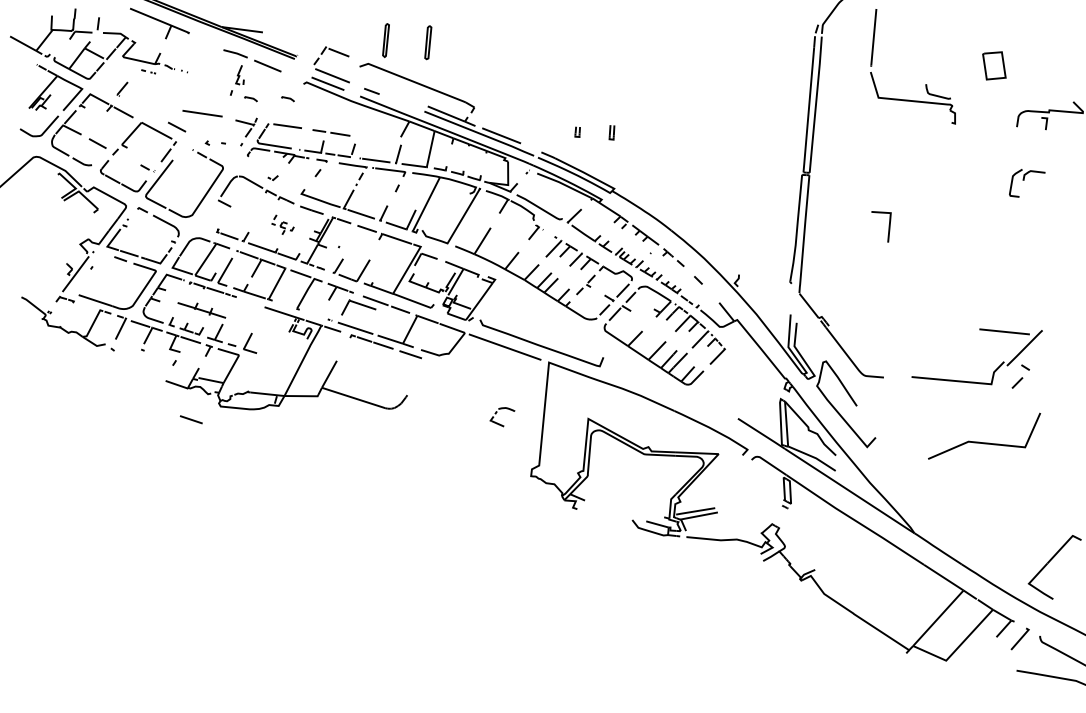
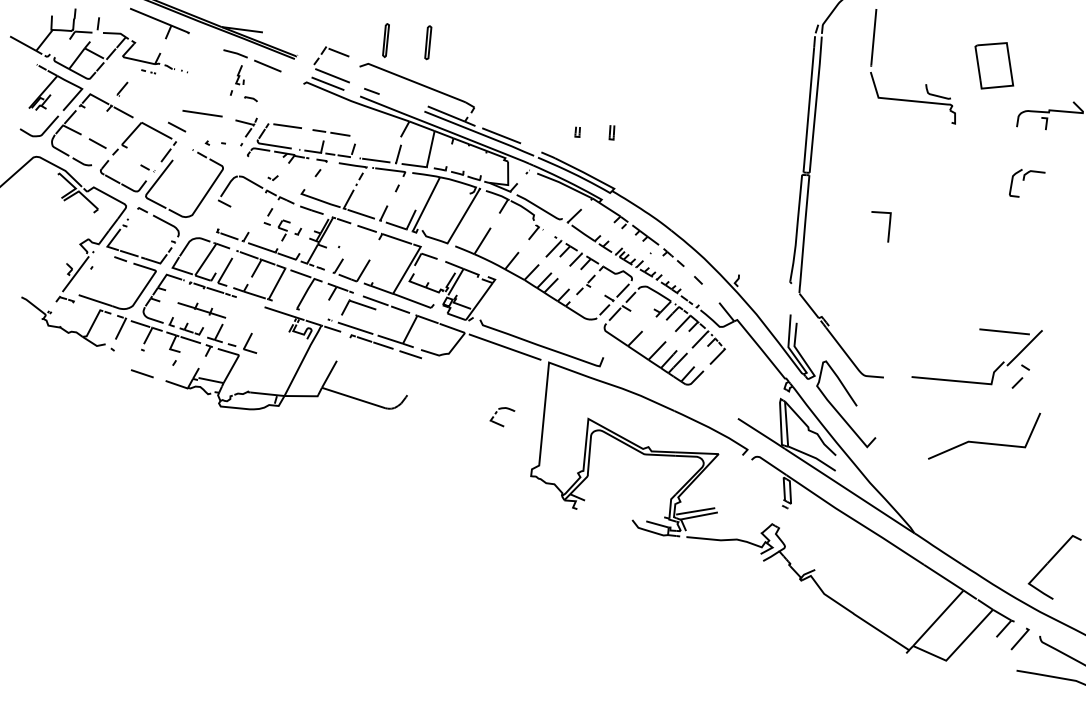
part at (994, 65) size: 25x30 px -> 41x48 px
line at (287, 98): present -> none
part at (282, 224) size: 24x21 px -> 40x34 px
line at (190, 419) position: (190, 419) -> (141, 373)
